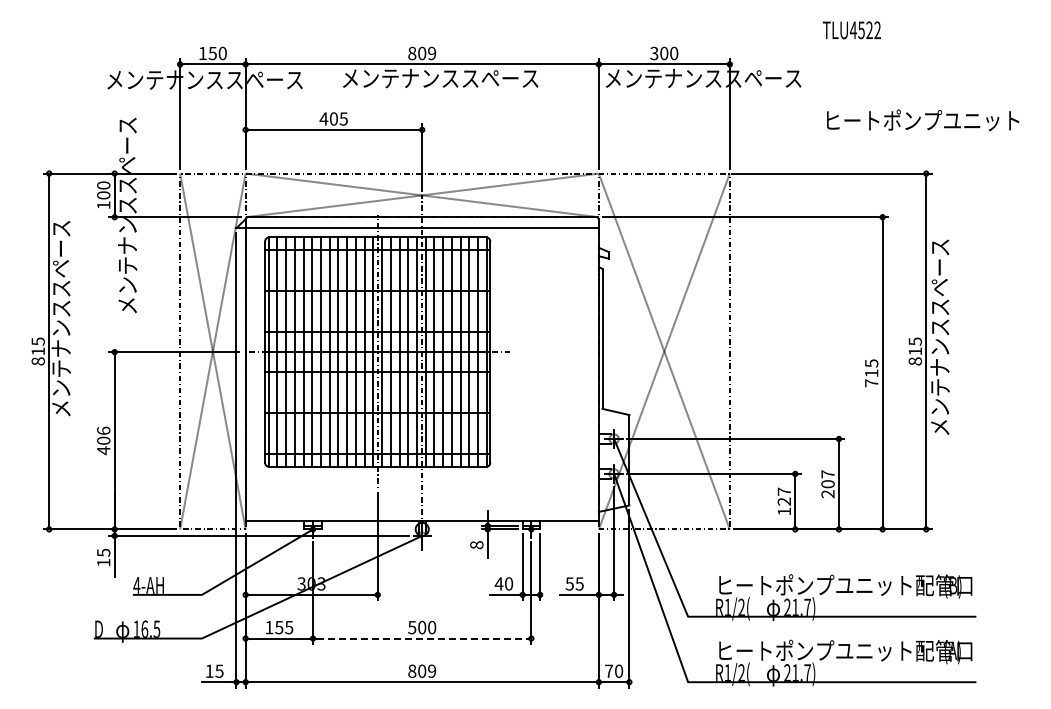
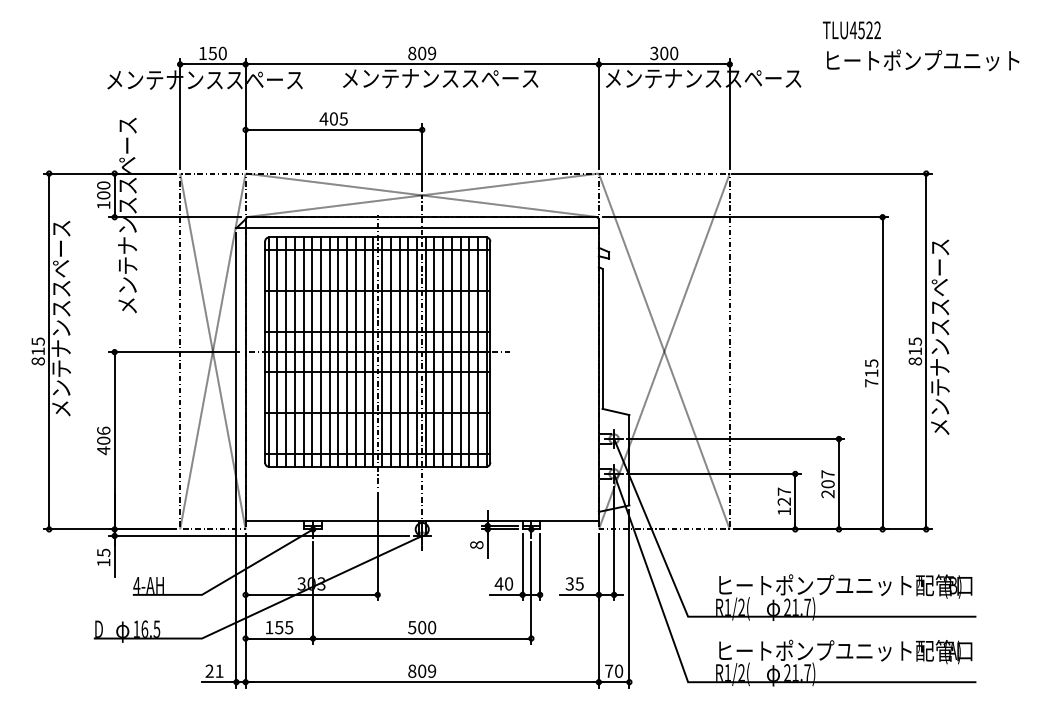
text at (923, 120) position: (923, 120) -> (923, 60)
text at (569, 583): 55 -> 35
line at (422, 638): dashed -> solid
text at (214, 670): 15 -> 21
